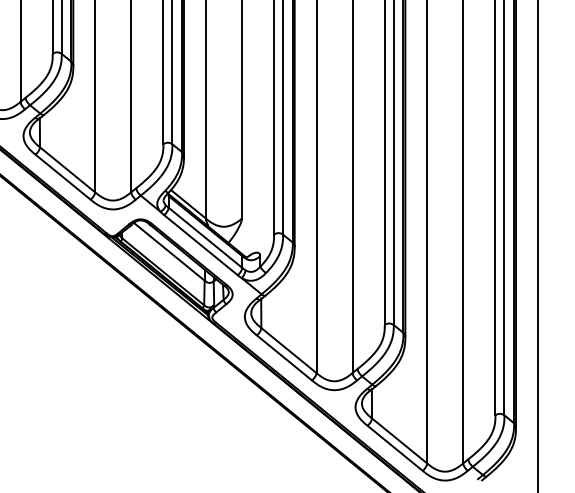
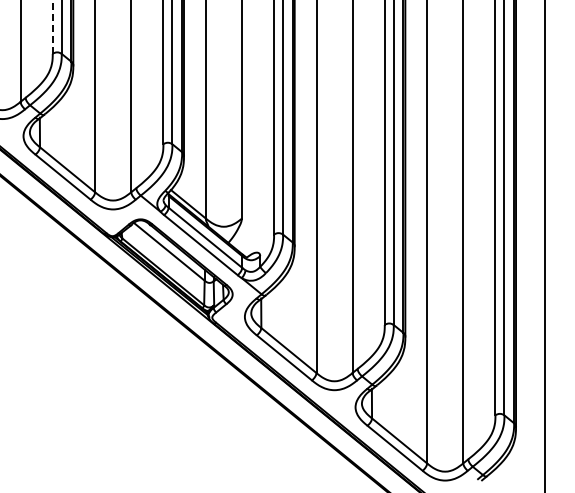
line at (52, 26): solid -> dashed
line at (537, 245) position: (537, 245) -> (544, 245)
